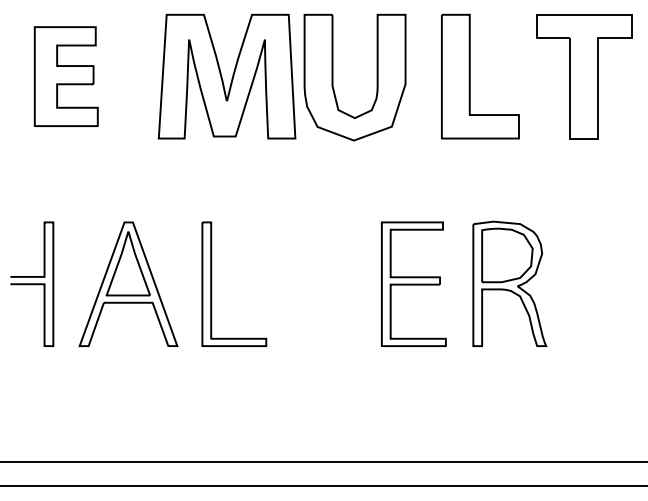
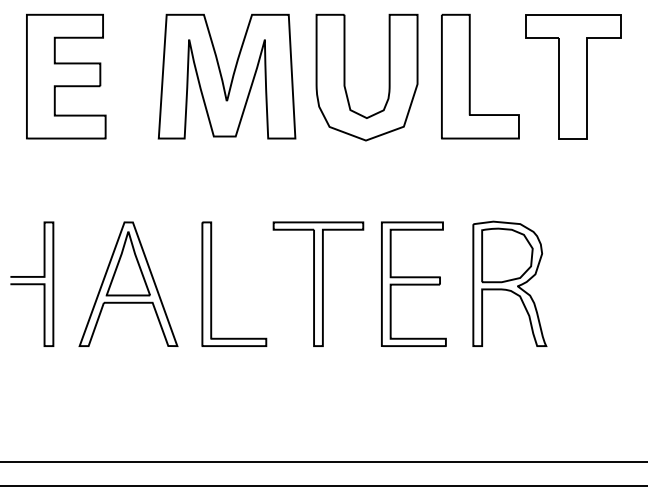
part at (65, 76) size: 66x101 px -> 81x127 px
part at (584, 76) position: (584, 76) -> (573, 76)
part at (333, 77) position: (333, 77) -> (345, 77)
part at (318, 283): none -> present
